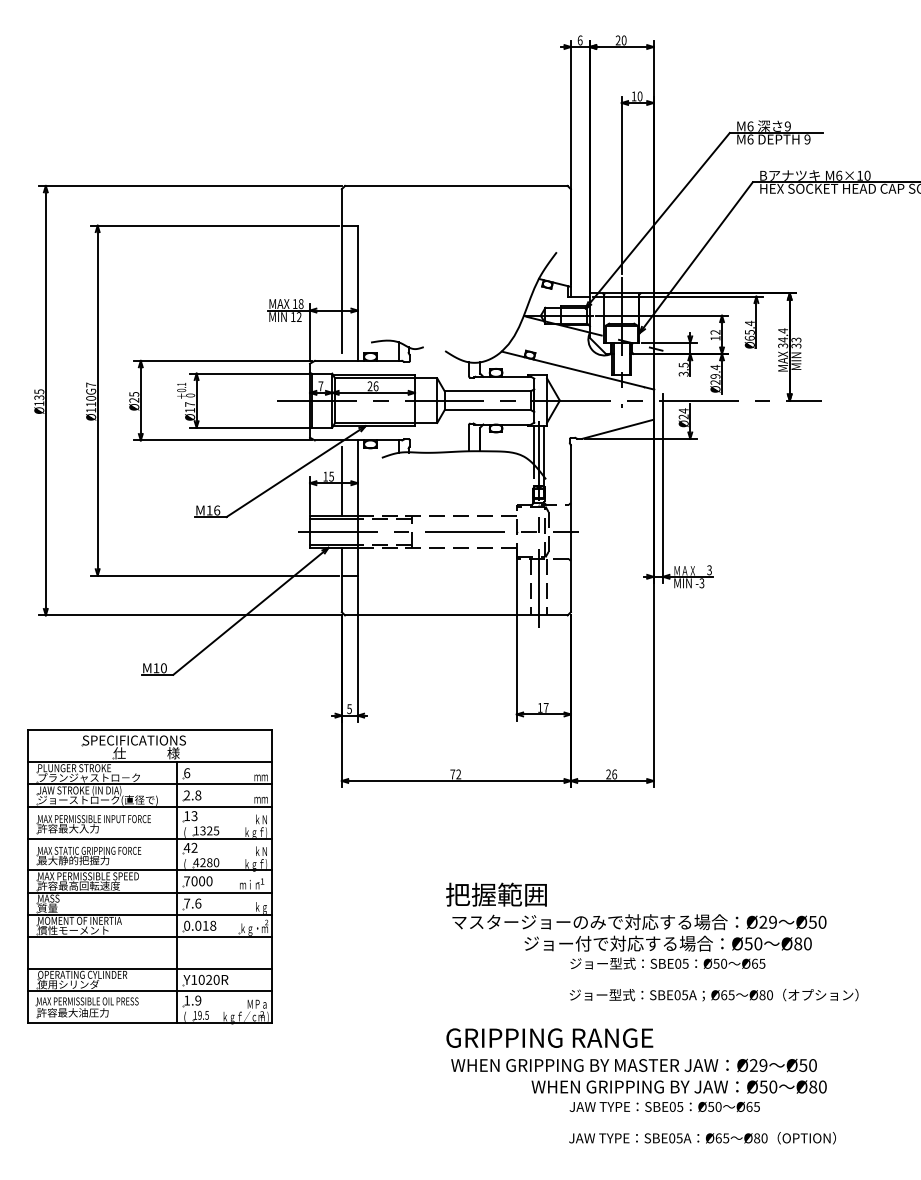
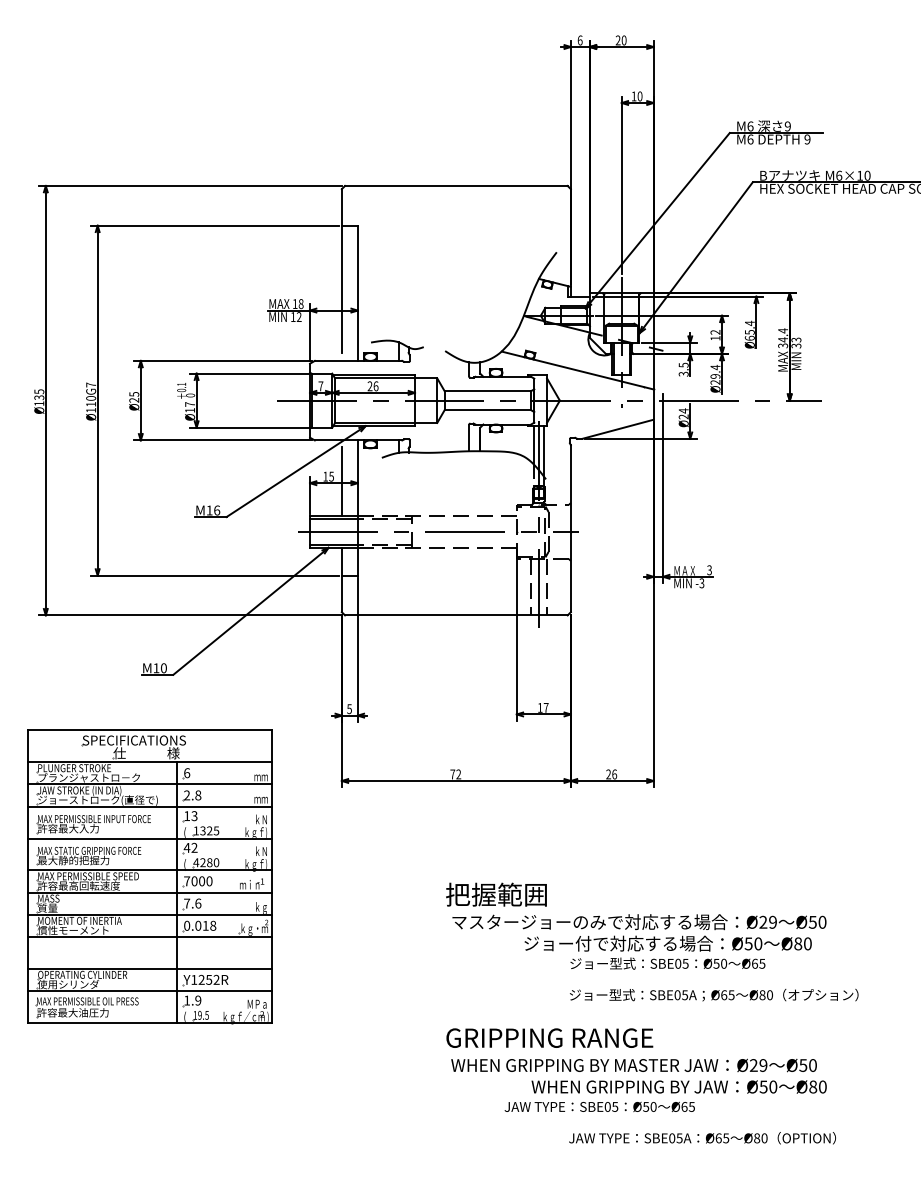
text at (208, 979): Y1020R -> Y1252R
text at (664, 1106) position: (664, 1106) -> (599, 1106)
